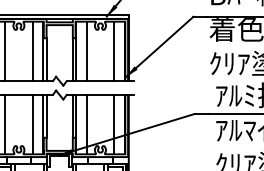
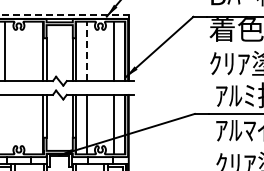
line at (65, 14): solid -> dashed
line at (32, 51): present -> none
line at (86, 51): solid -> dashed
line at (5, 124): present -> none
line at (32, 124): present -> none
